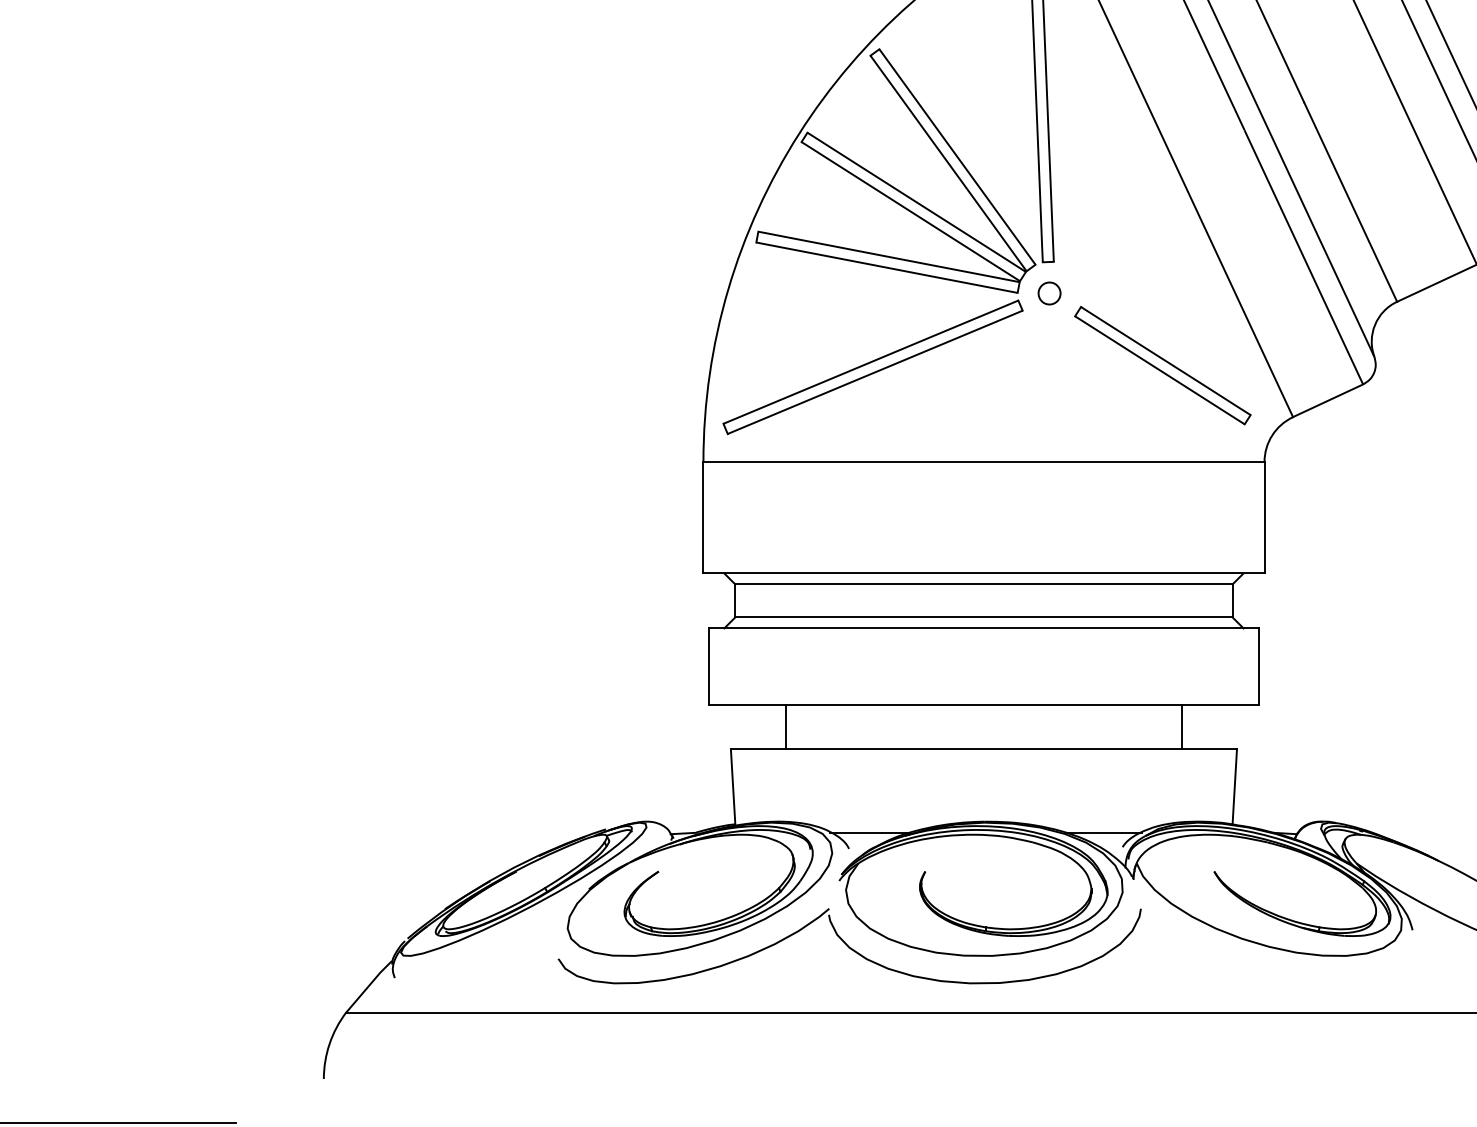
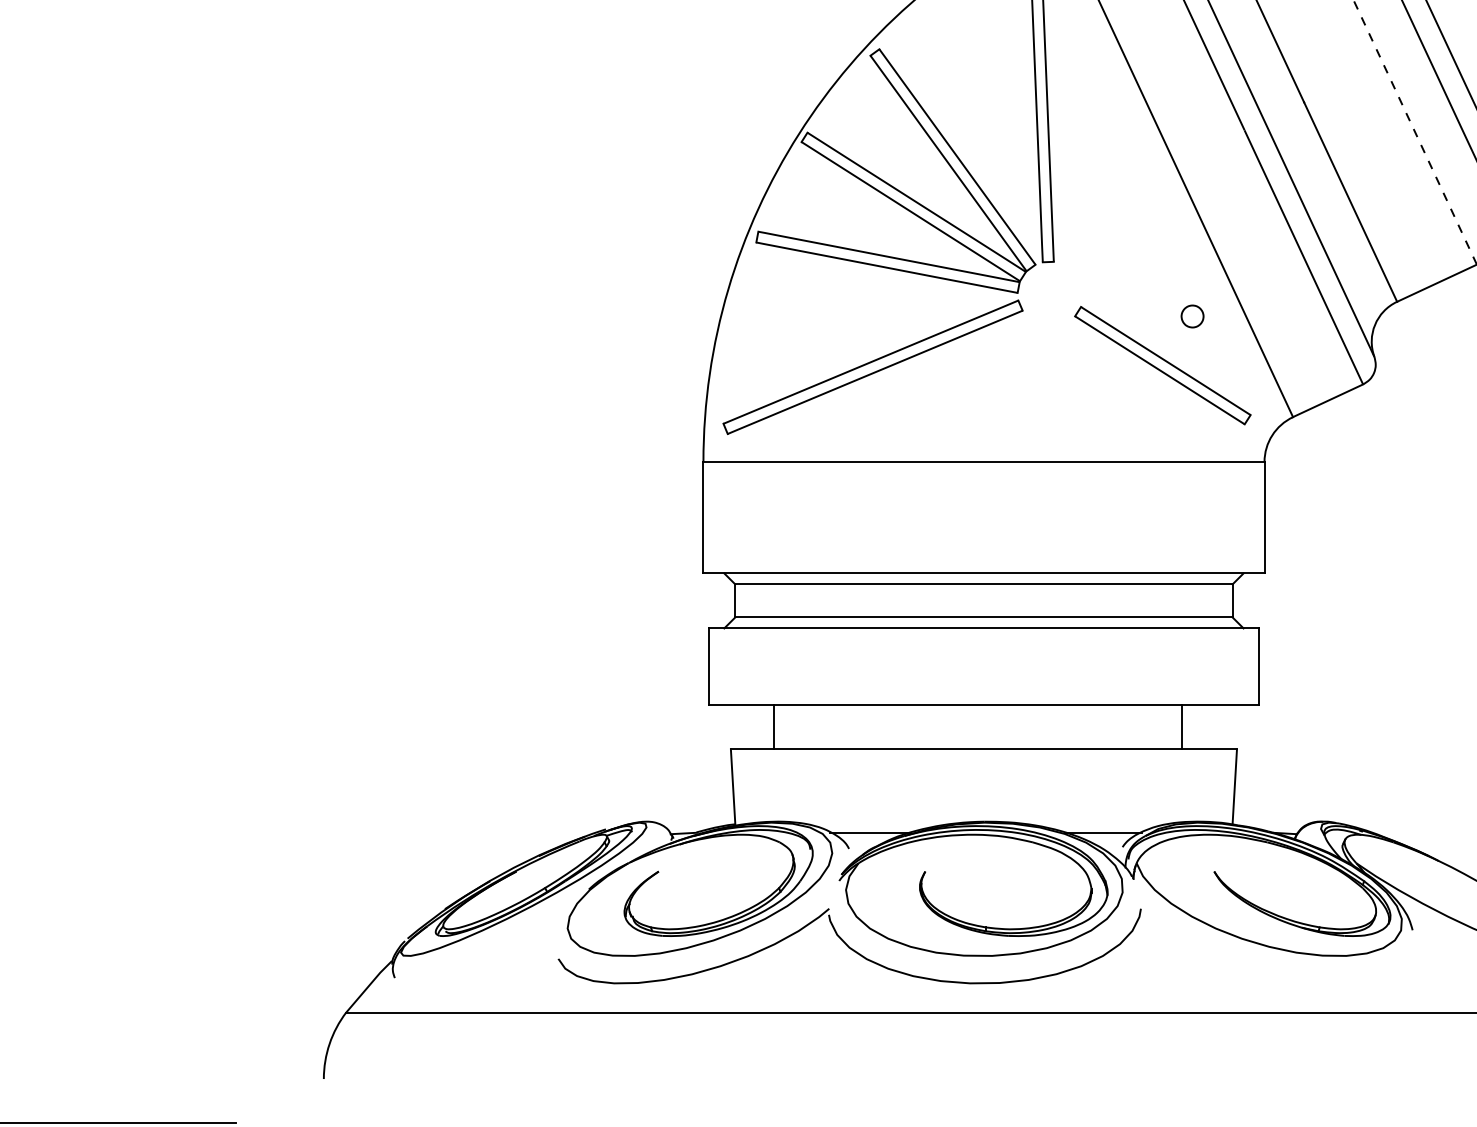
line at (1415, 132): solid -> dashed
part at (1049, 293) position: (1049, 293) -> (1192, 316)
line at (785, 727) position: (785, 727) -> (773, 727)
